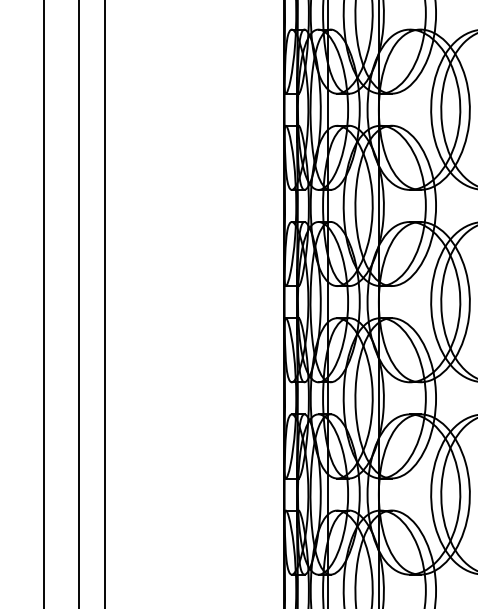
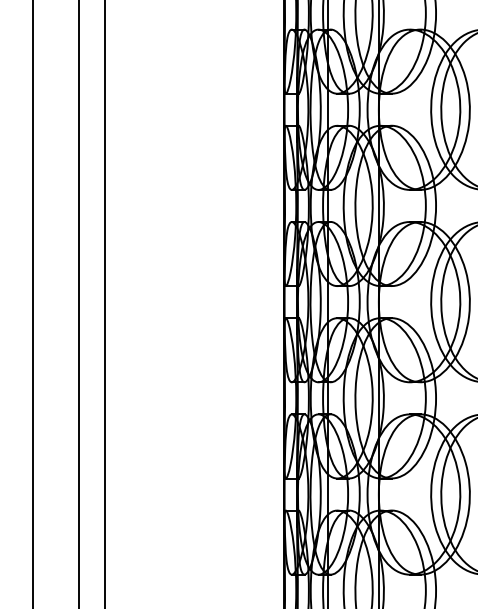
line at (43, 303) position: (43, 303) -> (32, 303)
